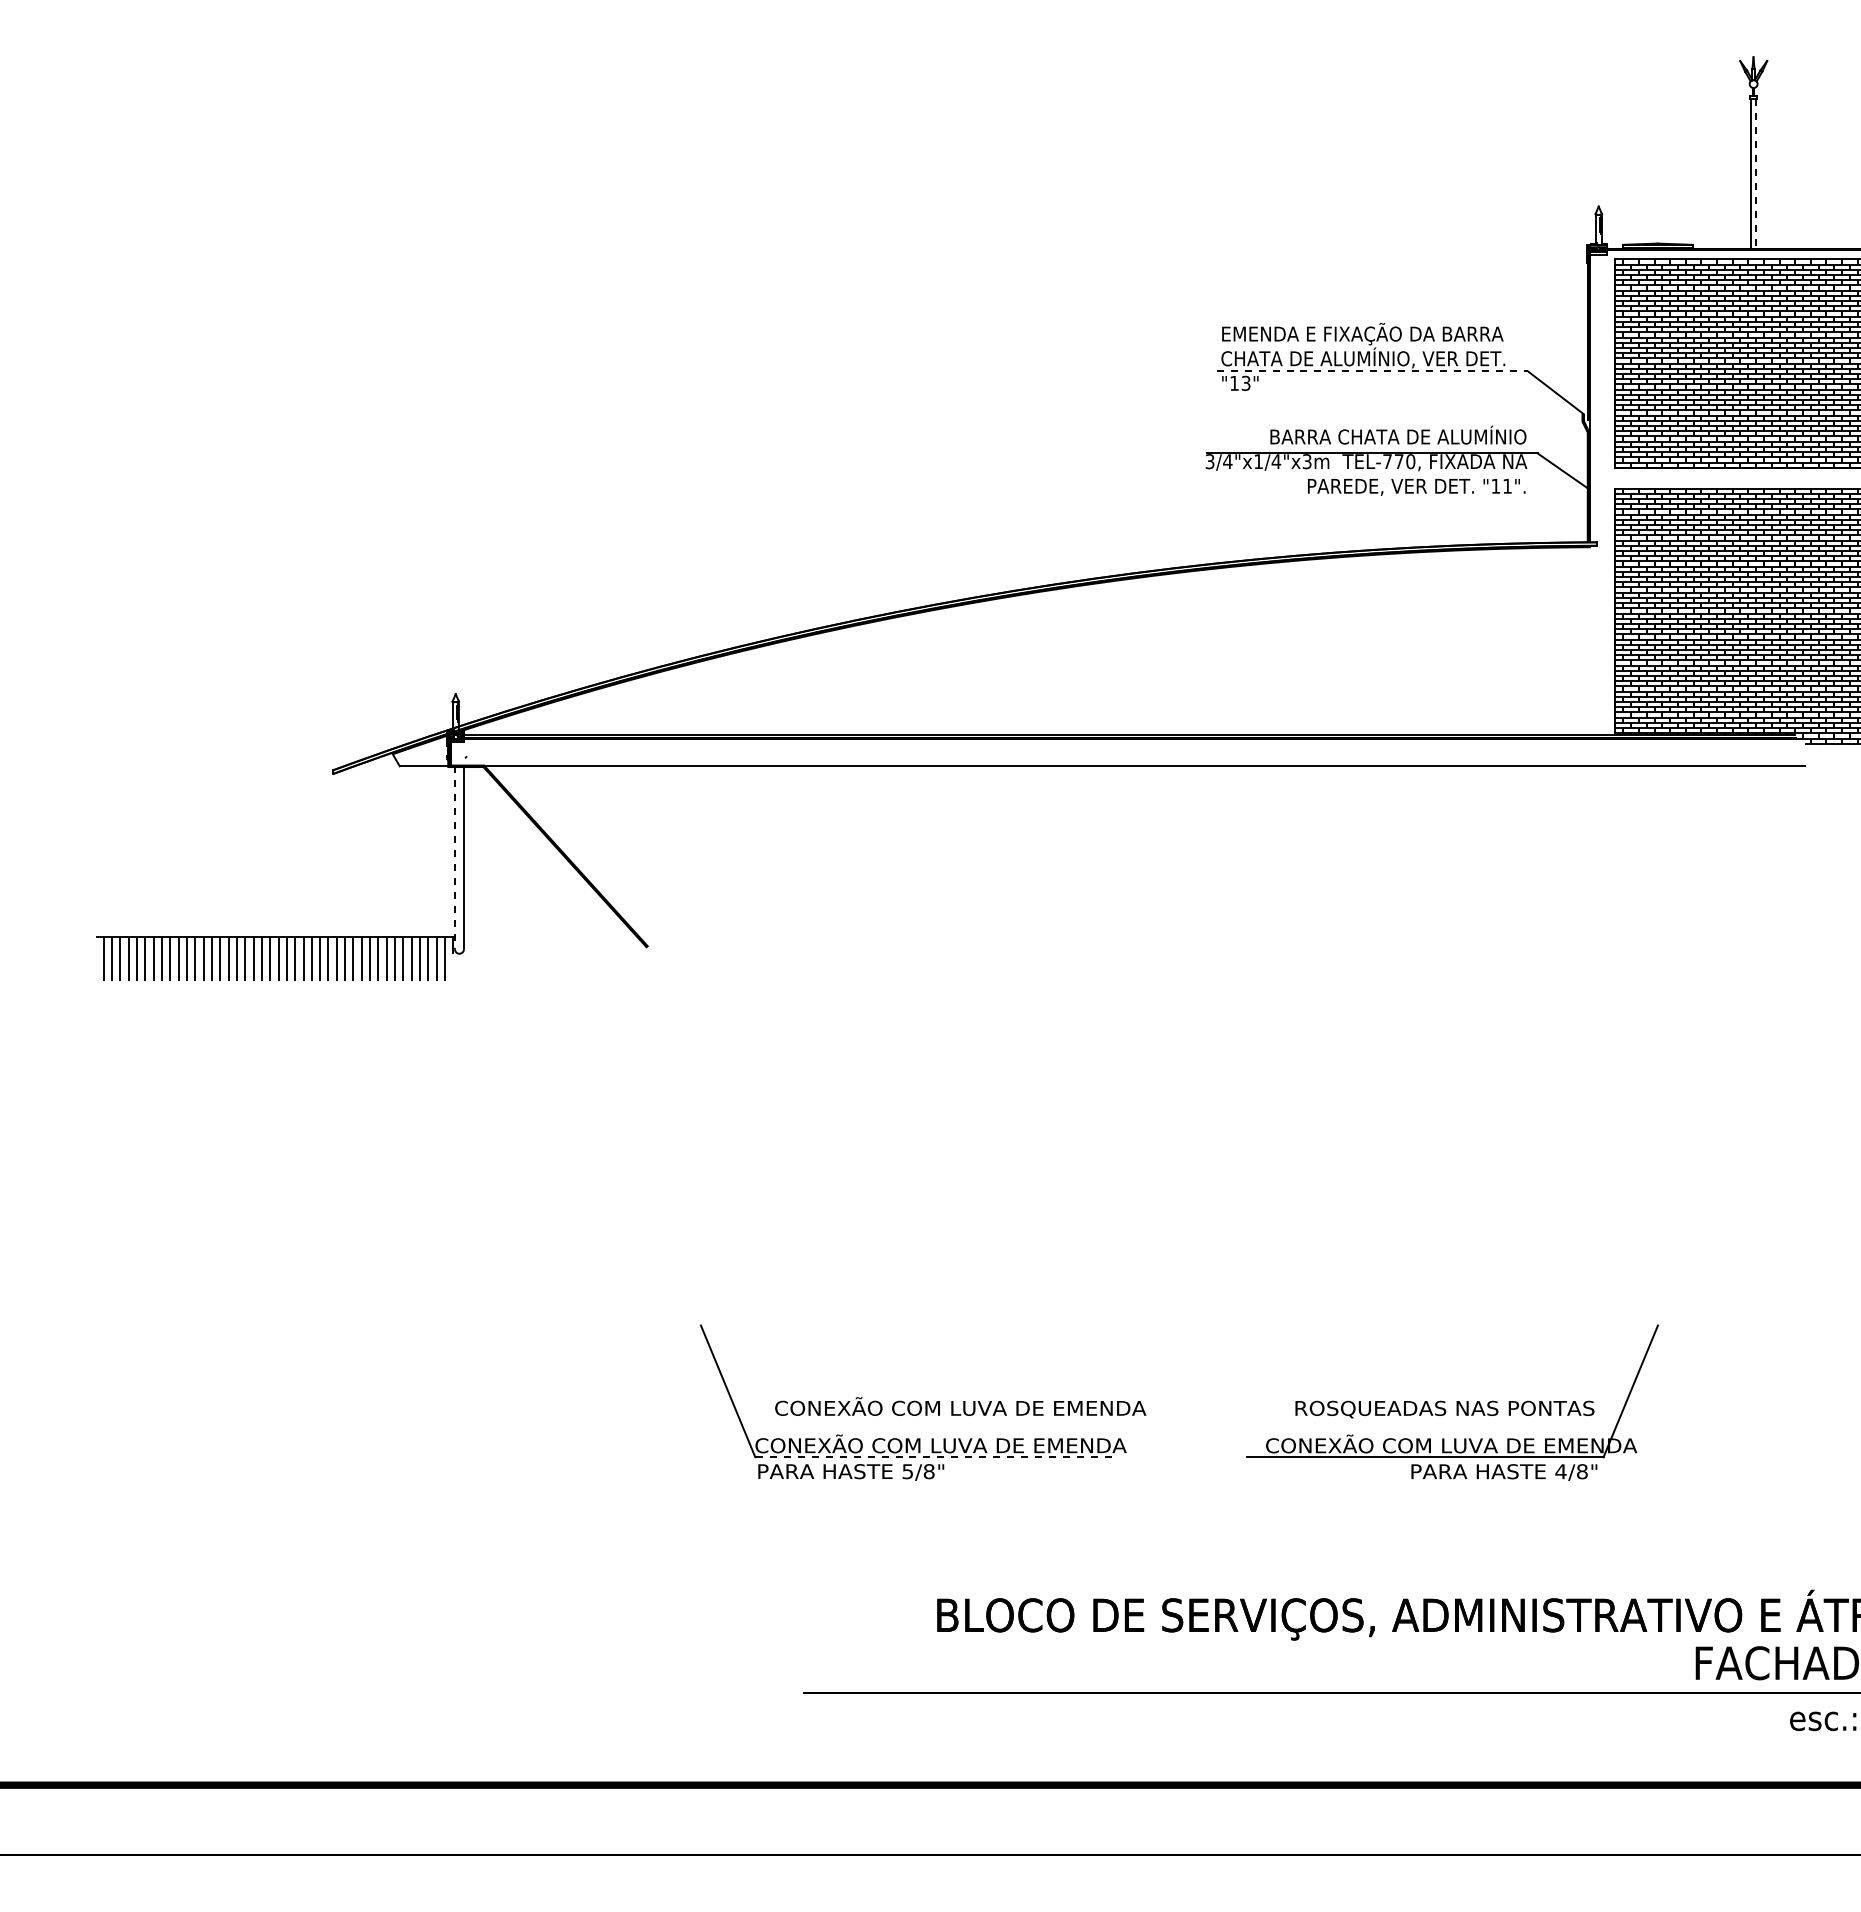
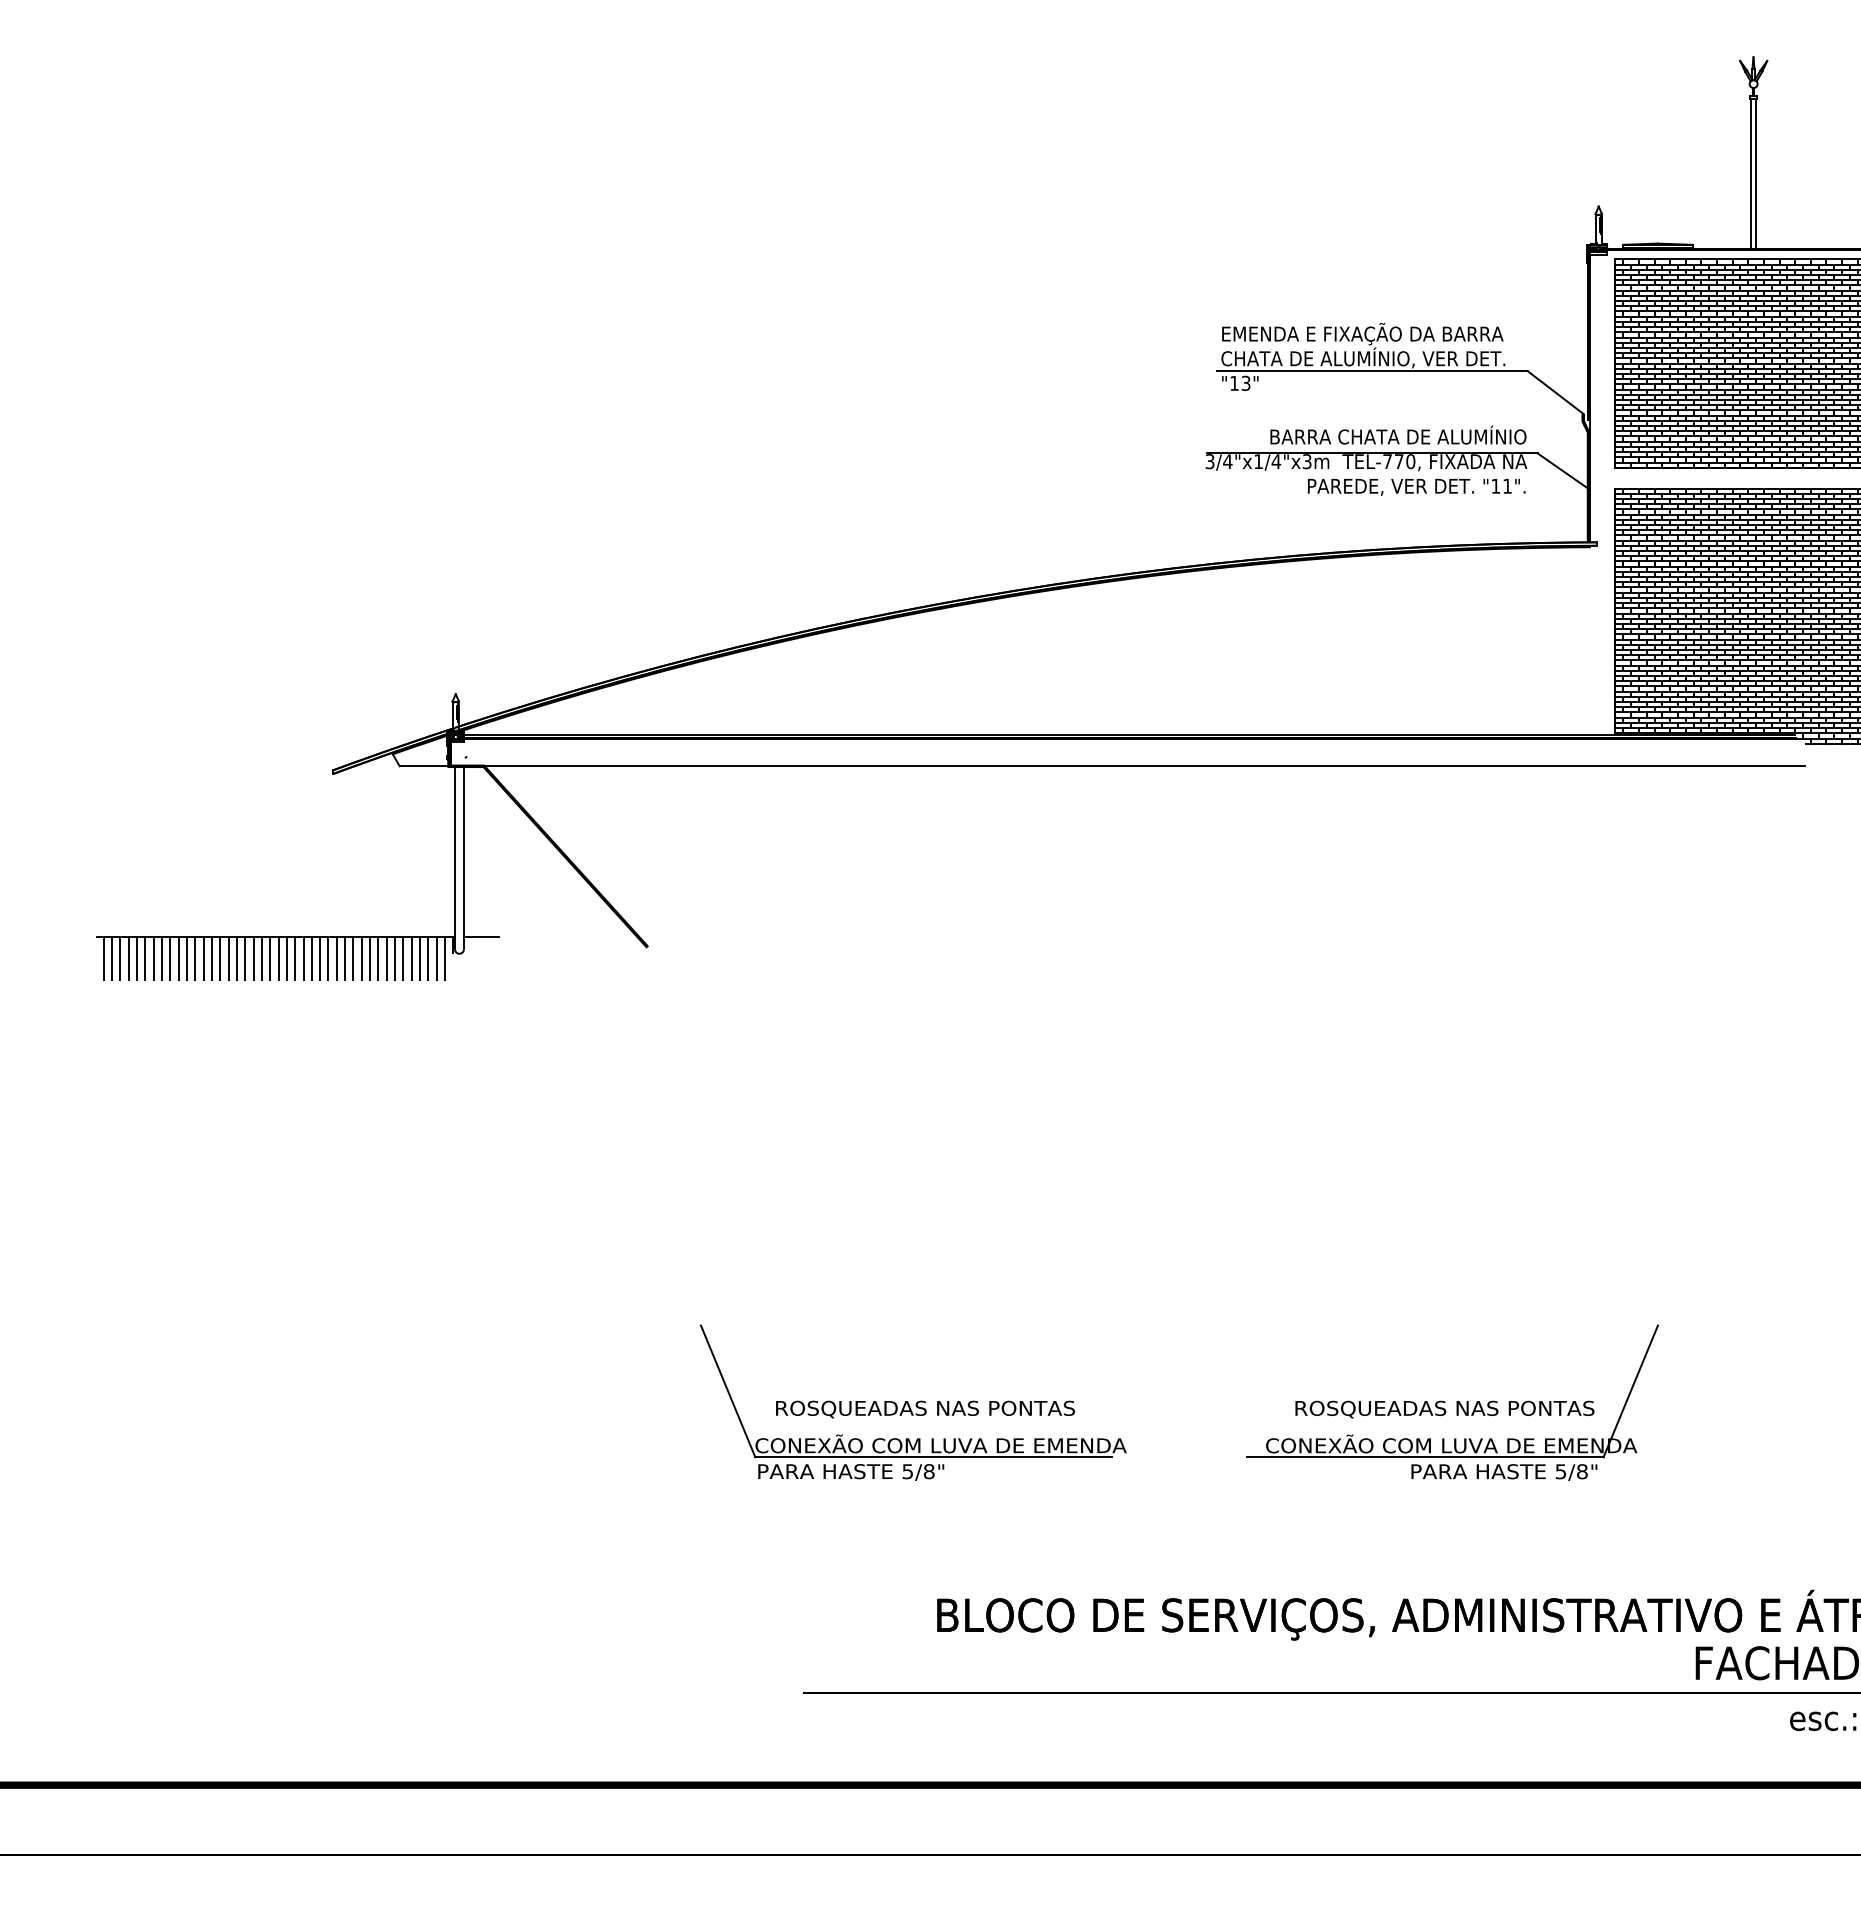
line at (1755, 175): dashed -> solid
line at (1372, 371): dashed -> solid
line at (454, 857): dashed -> solid
line at (481, 936): none -> present
text at (960, 1407): CONEXÃO COM LUVA DE EMENDA -> ROSQUEADAS NAS PONTAS
line at (933, 1457): dashed -> solid
text at (1560, 1471): 4/8" -> 5/8"
